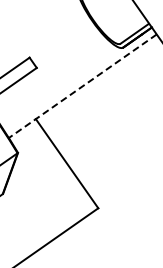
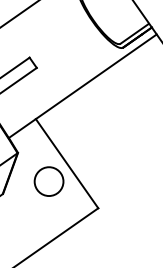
line at (19, 14): none -> present
line at (82, 86): dashed -> solid
circle at (48, 181): none -> present
